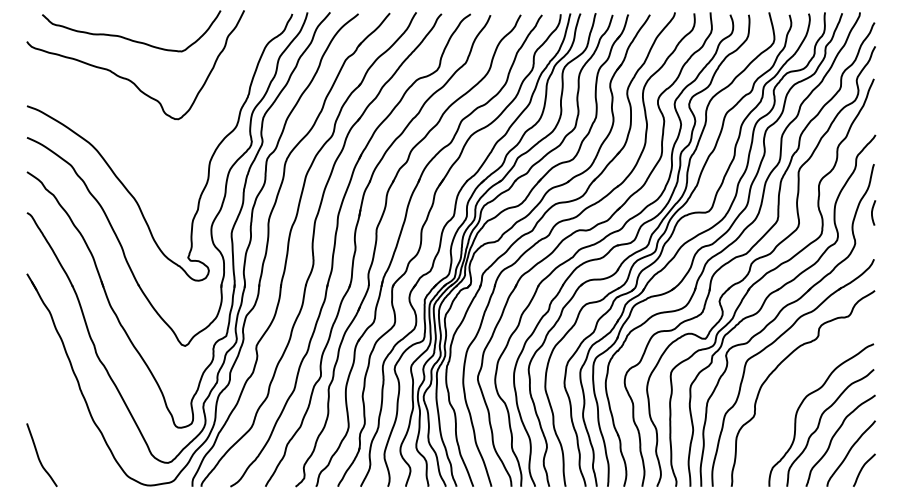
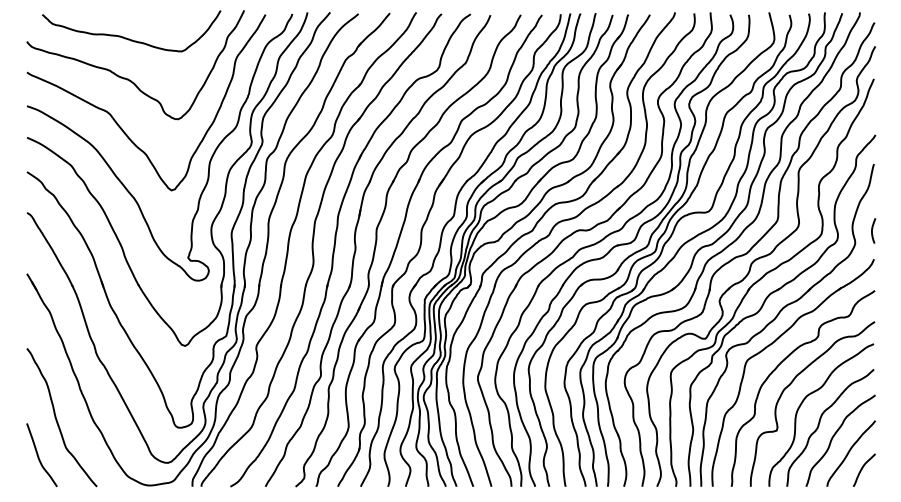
curve at (118, 123): none -> present
curve at (872, 212) position: (872, 212) -> (872, 230)
curve at (792, 383): none -> present
curve at (57, 419): none -> present
